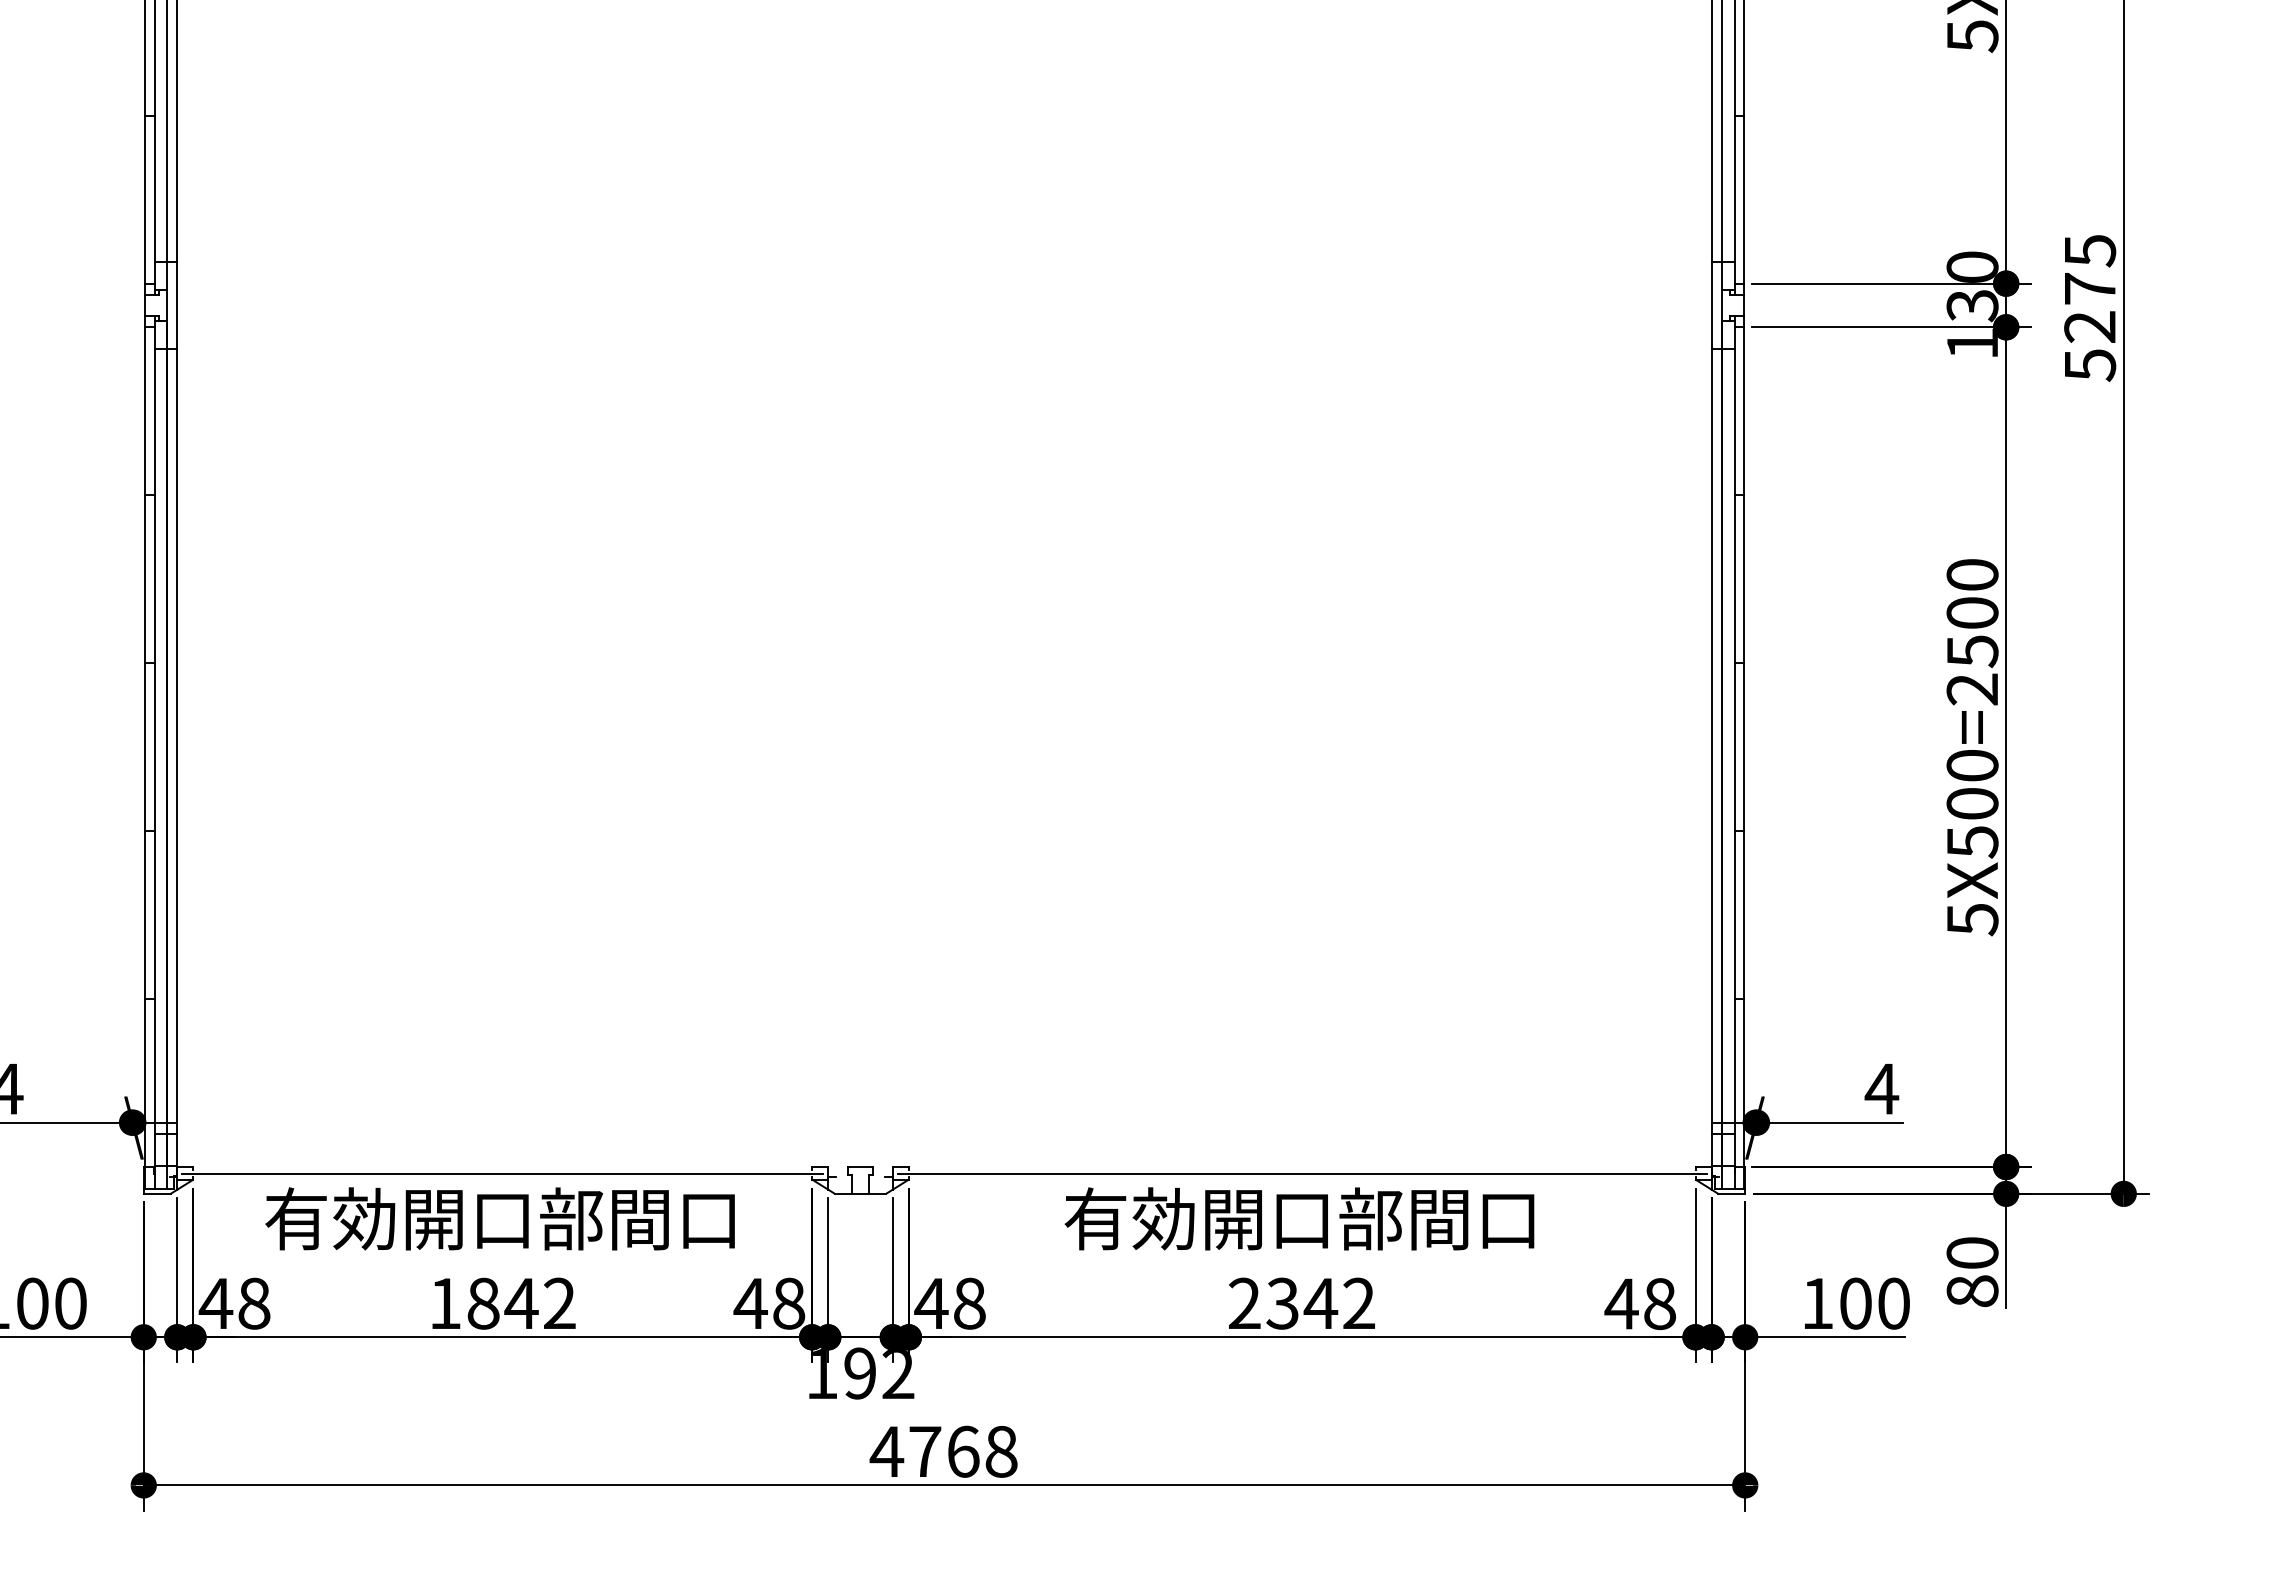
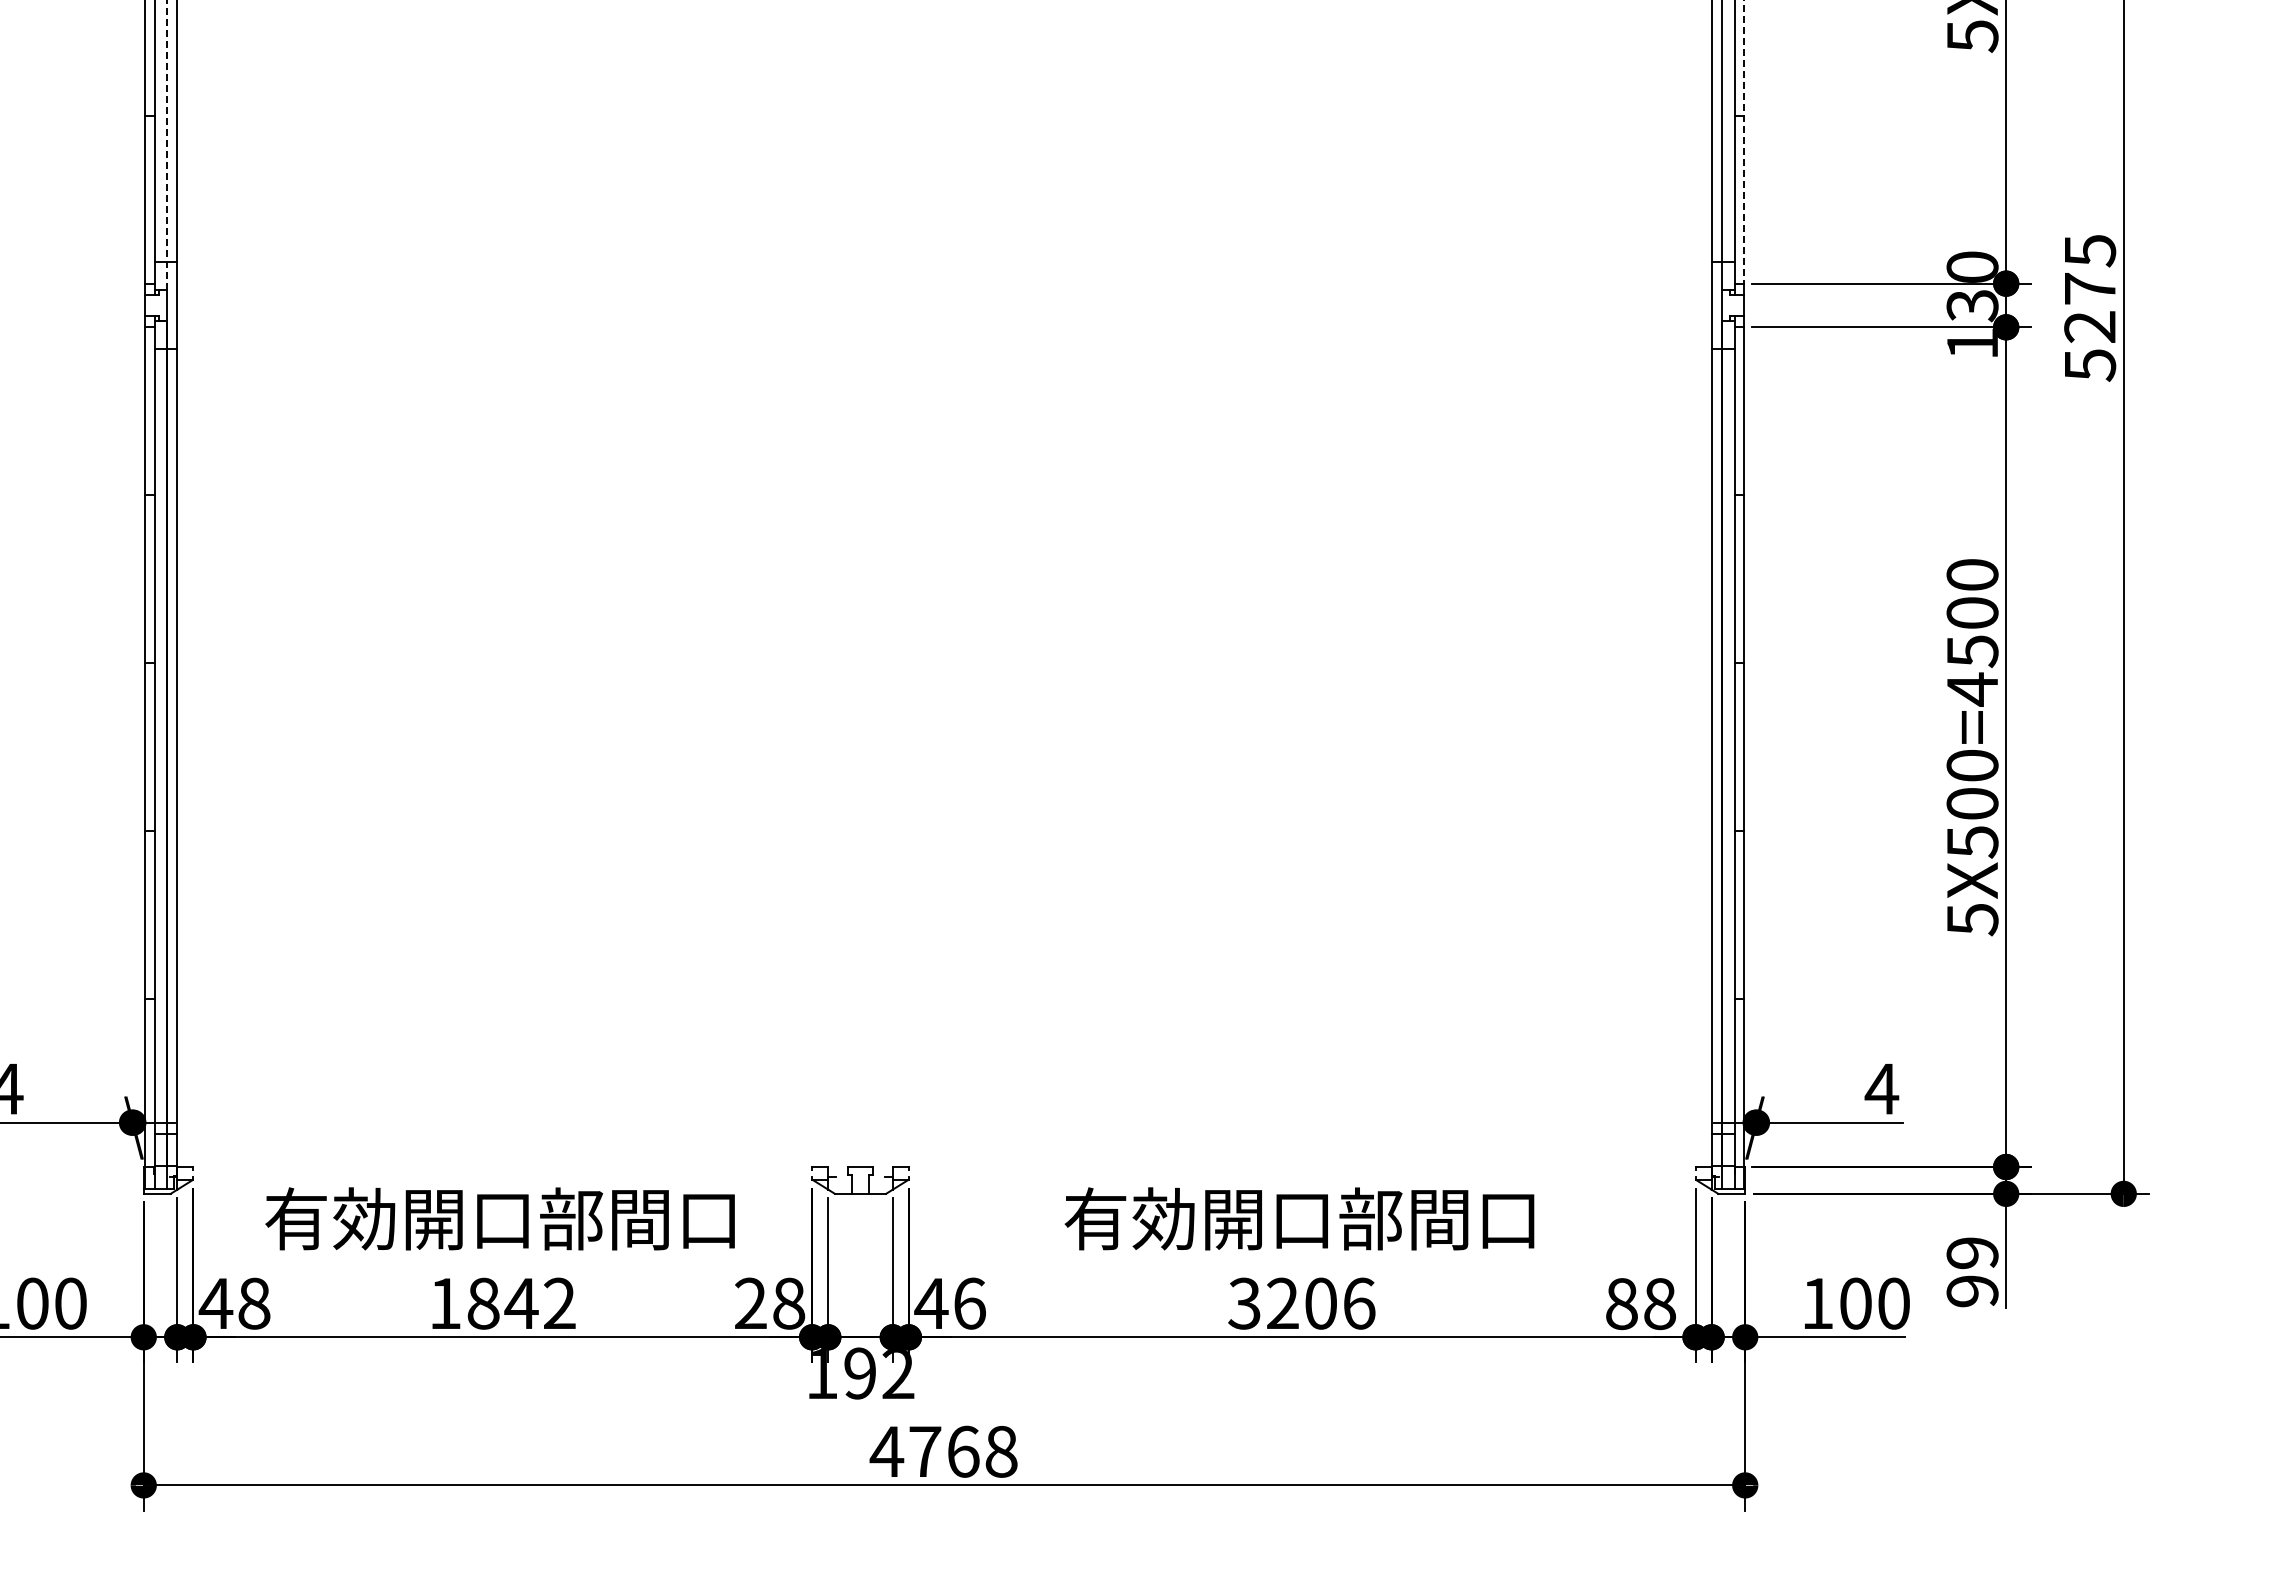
line at (1743, 142): solid -> dashed
line at (166, 145): solid -> dashed
text at (1971, 689): 5X500=2500 -> 5X500=4500
line at (502, 1173): present -> none
line at (1301, 1173): present -> none
text at (1972, 1272): 80 -> 99
text at (750, 1302): 48 -> 28
text at (969, 1303): 48 -> 46
text at (1301, 1303): 2342 -> 3206
text at (1621, 1304): 48 -> 88
